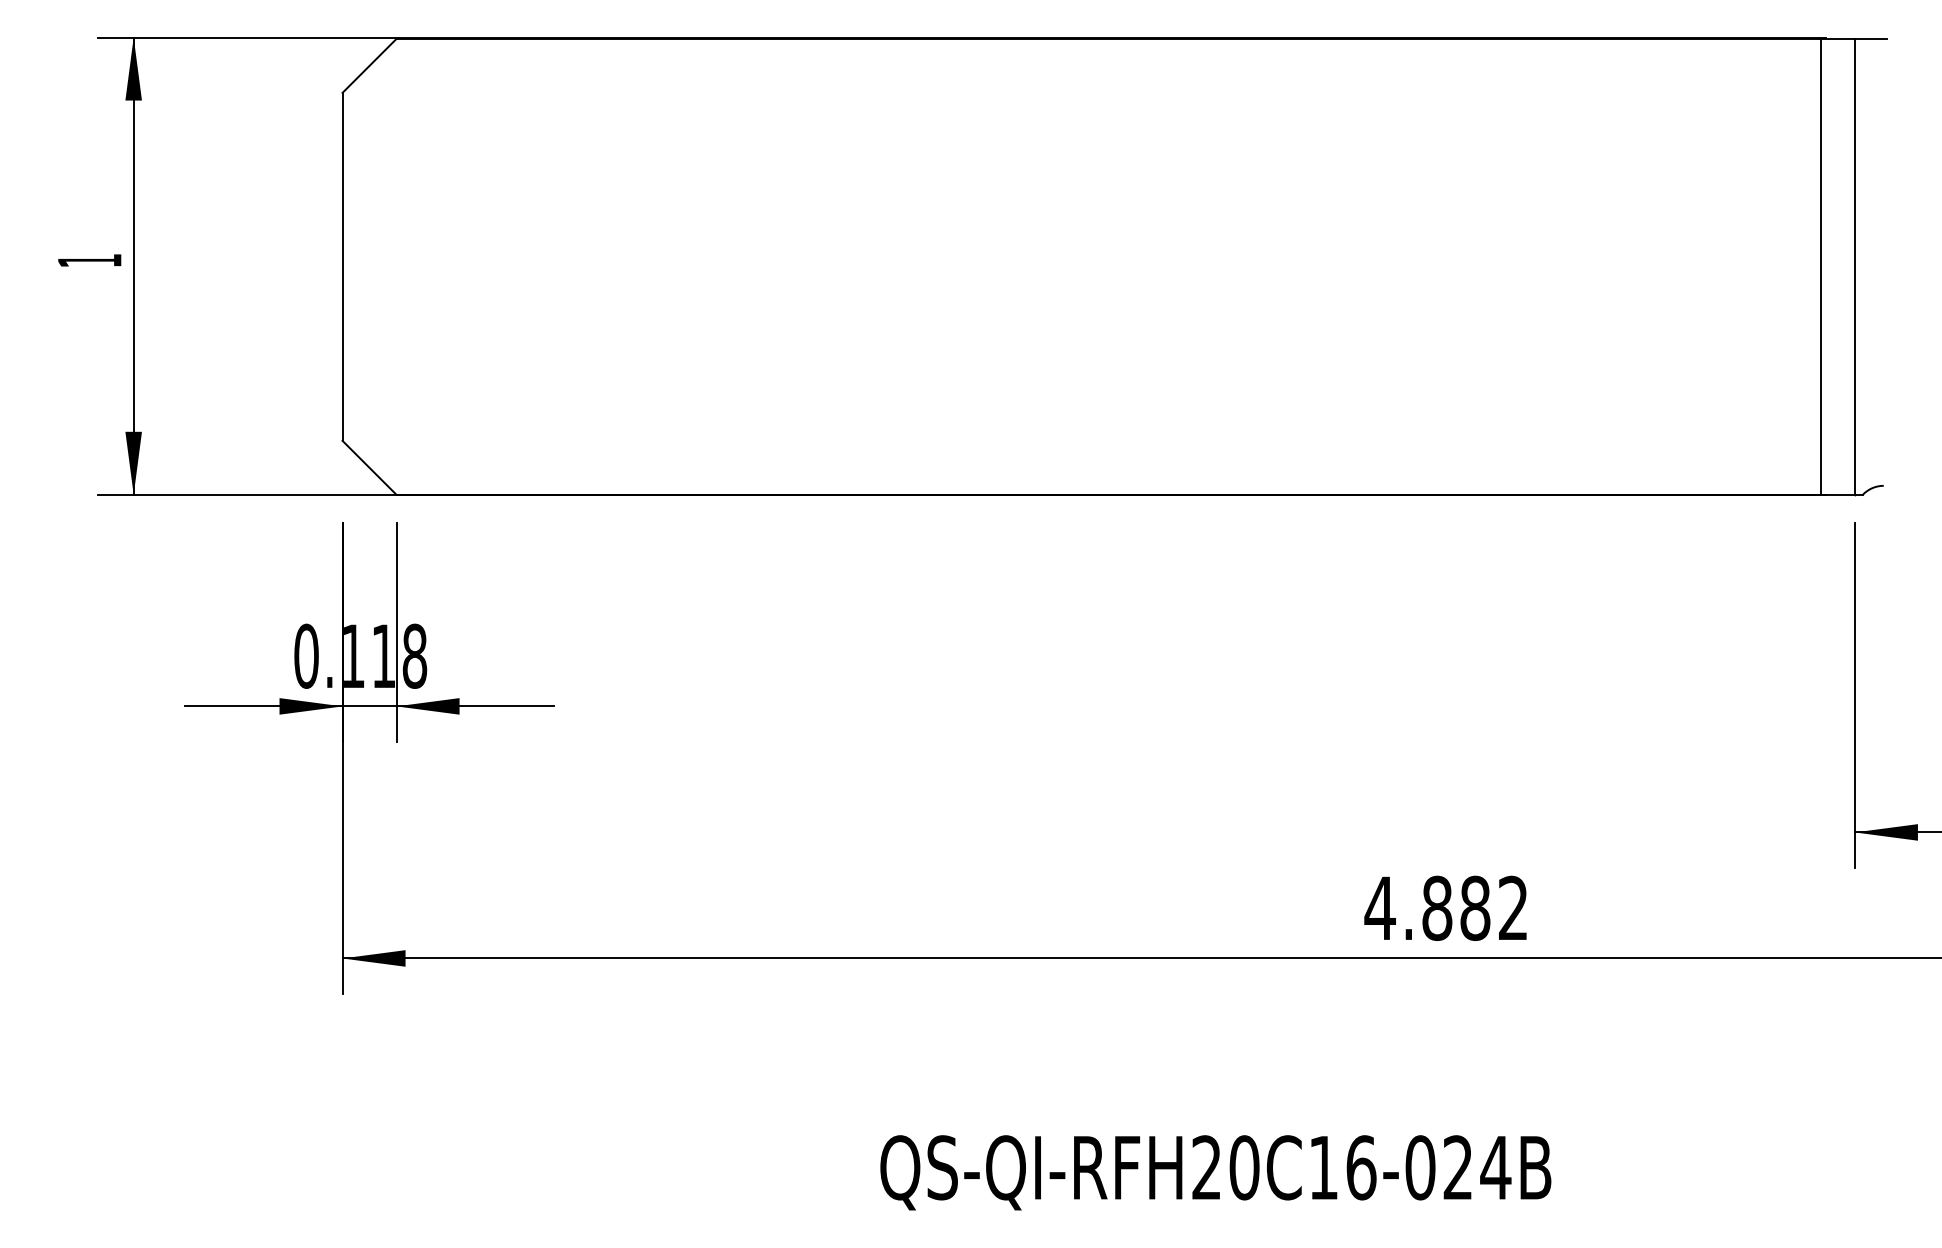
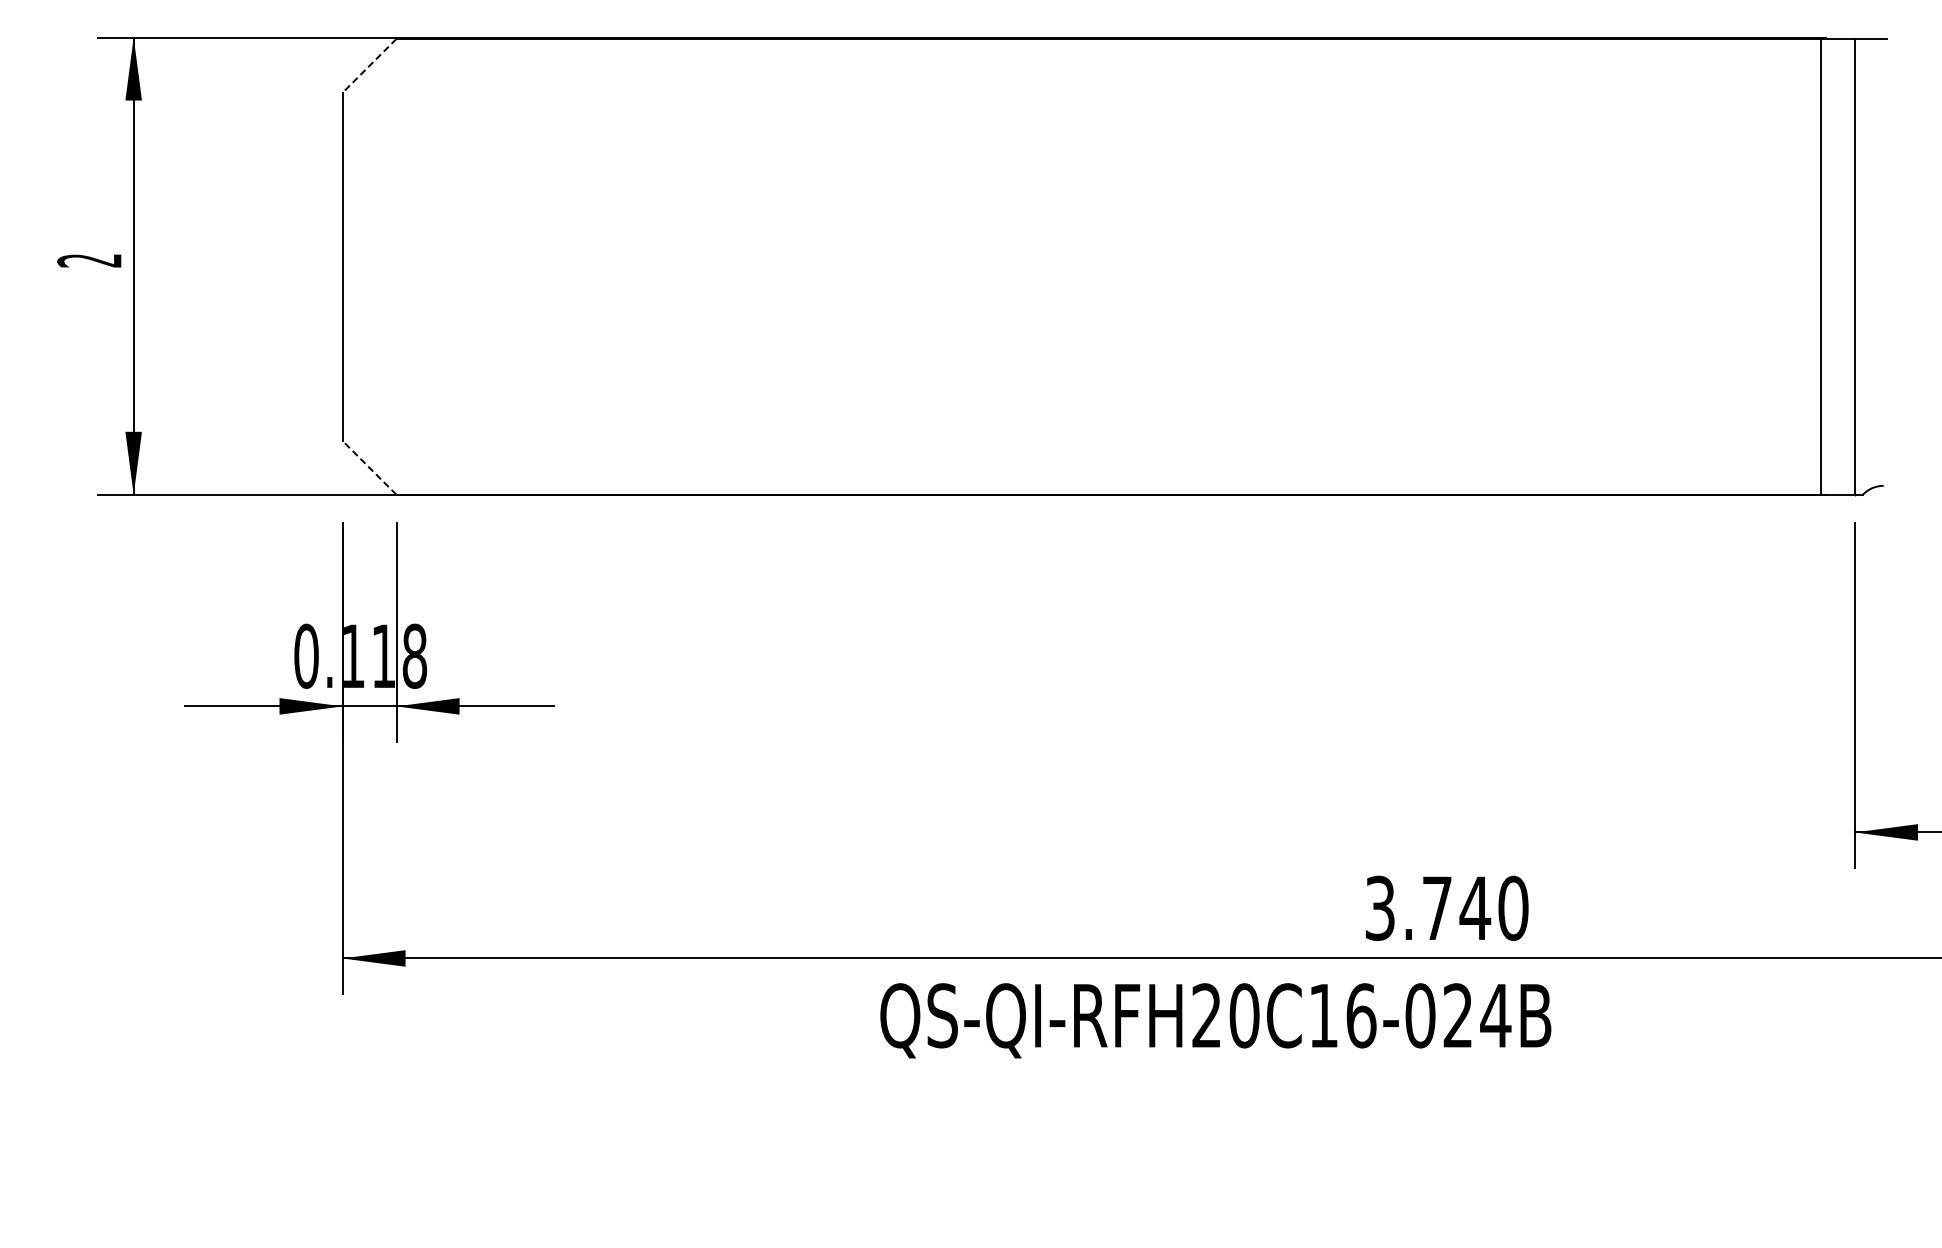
line at (369, 66): solid -> dashed
text at (89, 260): 1 -> 2
line at (369, 467): solid -> dashed
text at (1446, 907): 4.882 -> 3.740
text at (1215, 1172) position: (1215, 1172) -> (1215, 1020)
